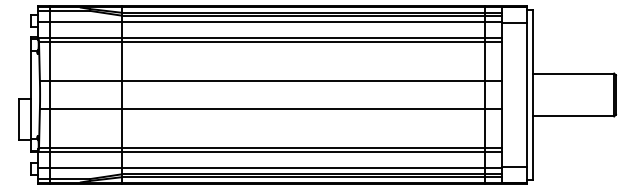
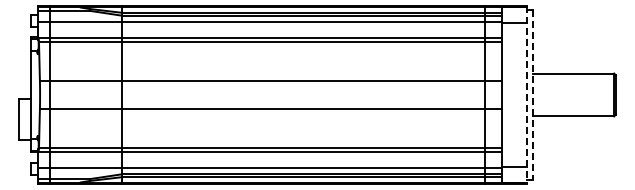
line at (526, 95): solid -> dashed
line at (532, 95): solid -> dashed
